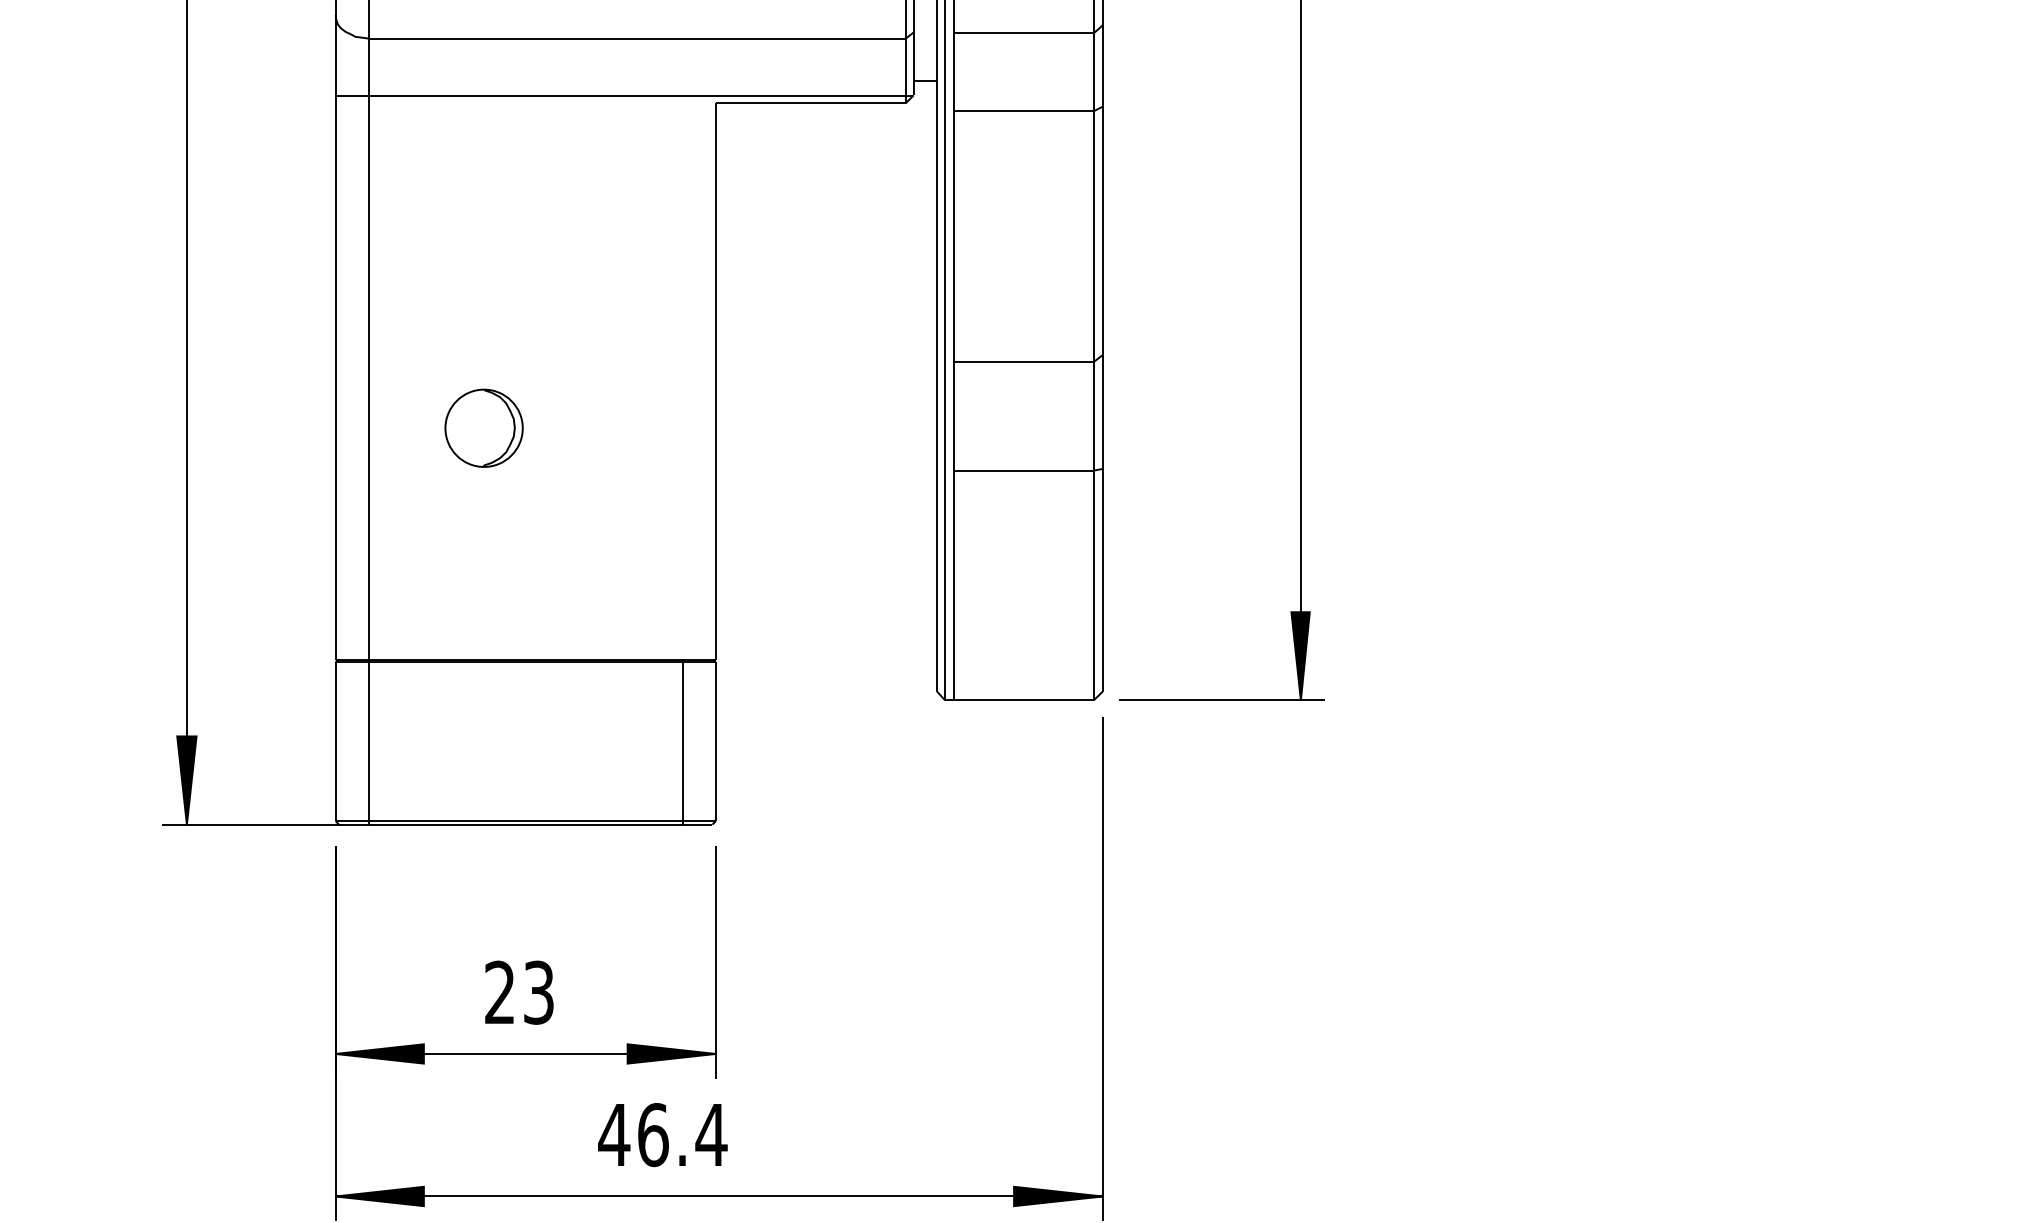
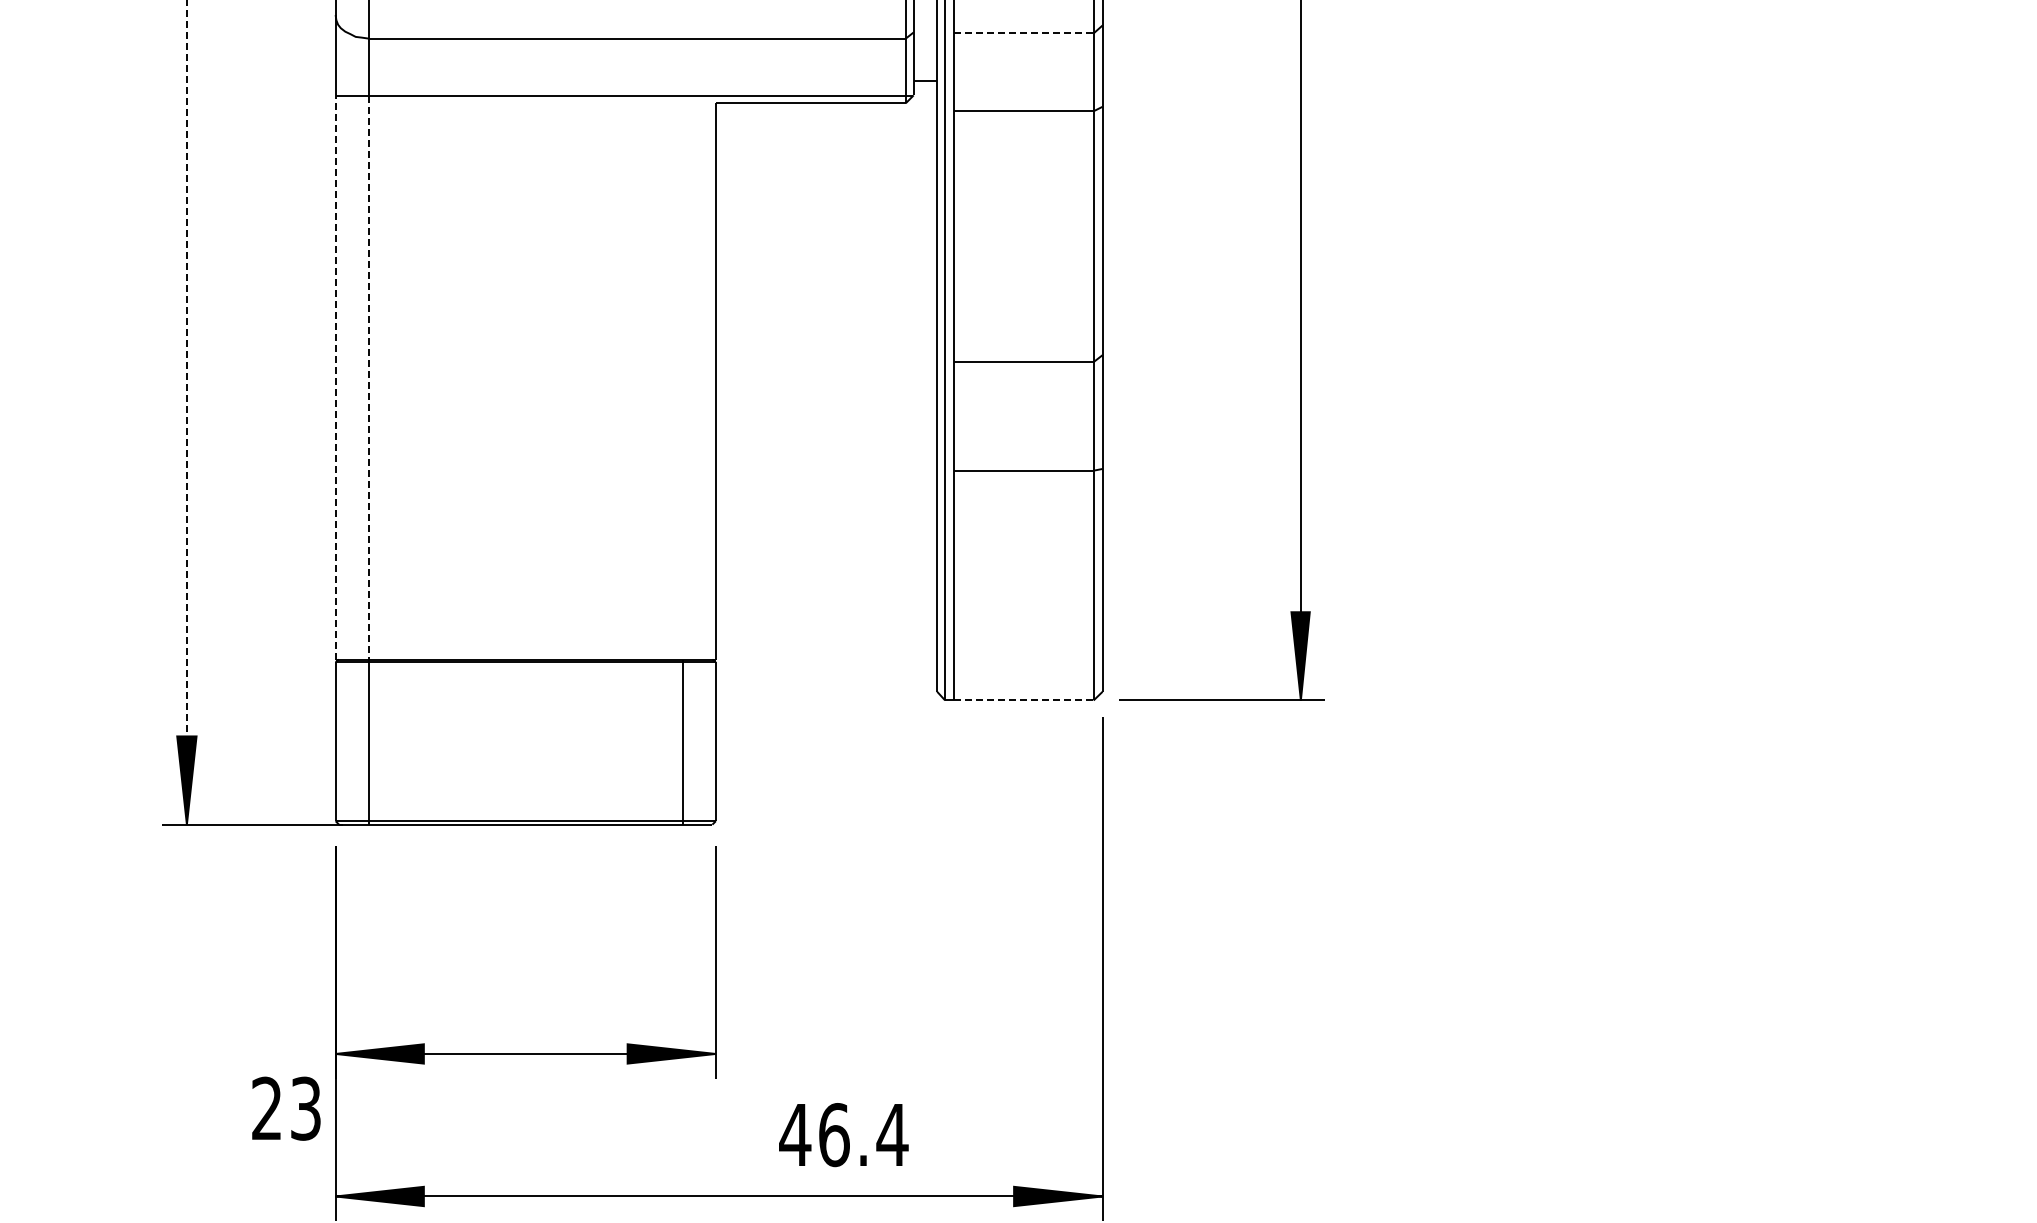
line at (1023, 33): solid -> dashed
line at (335, 377): solid -> dashed
line at (368, 377): solid -> dashed
line at (186, 412): solid -> dashed
part at (483, 427): present -> none
line at (1023, 700): solid -> dashed
text at (519, 992) position: (519, 992) -> (286, 1108)
text at (662, 1135) position: (662, 1135) -> (843, 1135)
